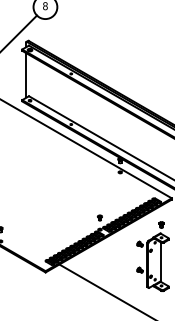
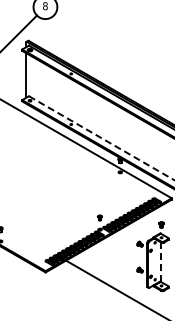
line at (101, 138): solid -> dashed
line at (160, 261): solid -> dashed
line at (105, 290) position: (105, 290) -> (113, 287)
